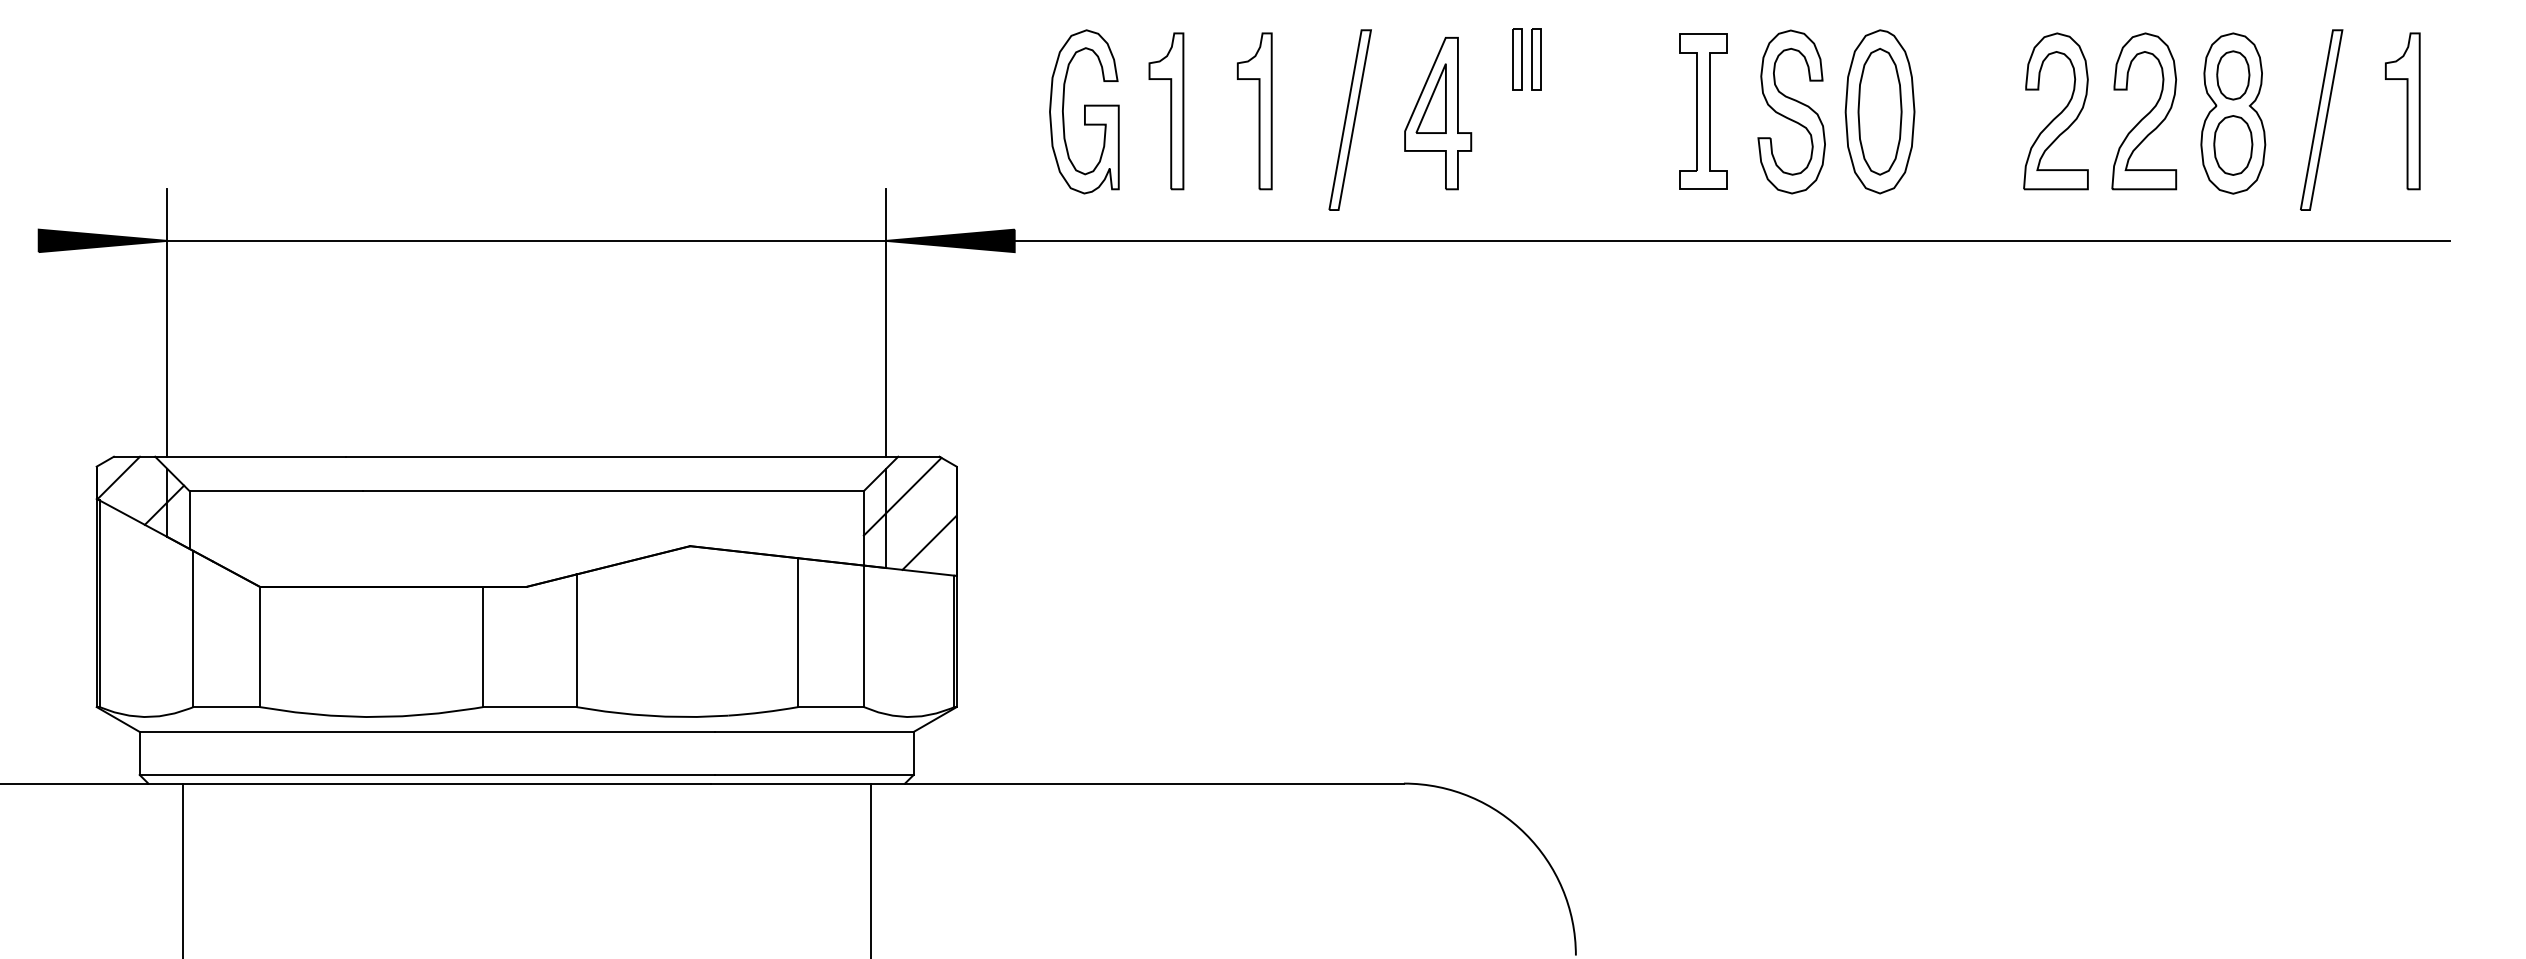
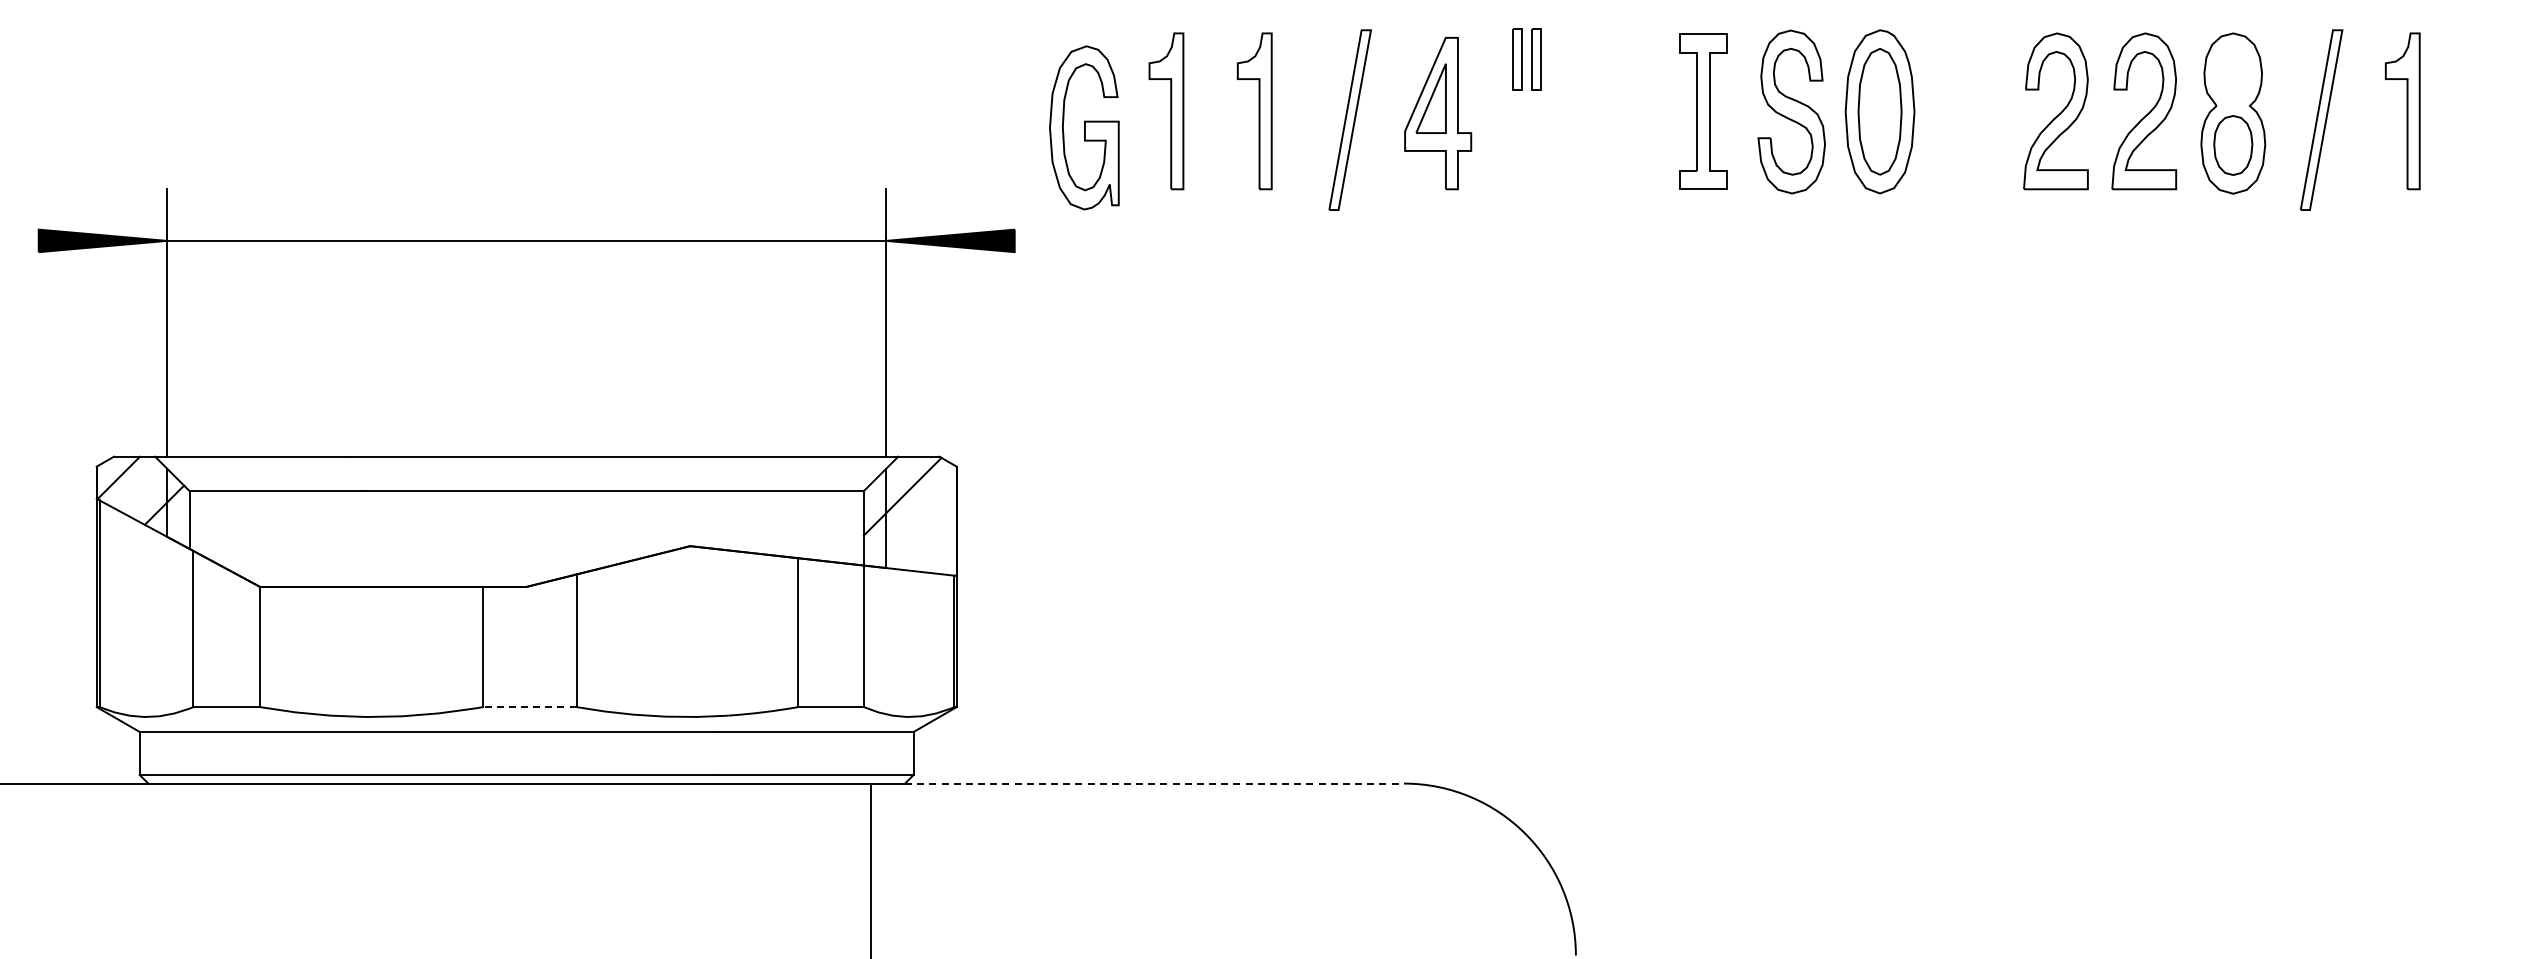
part at (2233, 75): present -> none
part at (1084, 111) position: (1084, 111) -> (1084, 127)
line at (1732, 240): present -> none
line at (929, 542): present -> none
line at (529, 707): solid -> dashed
line at (1155, 783): solid -> dashed
line at (182, 869): present -> none
